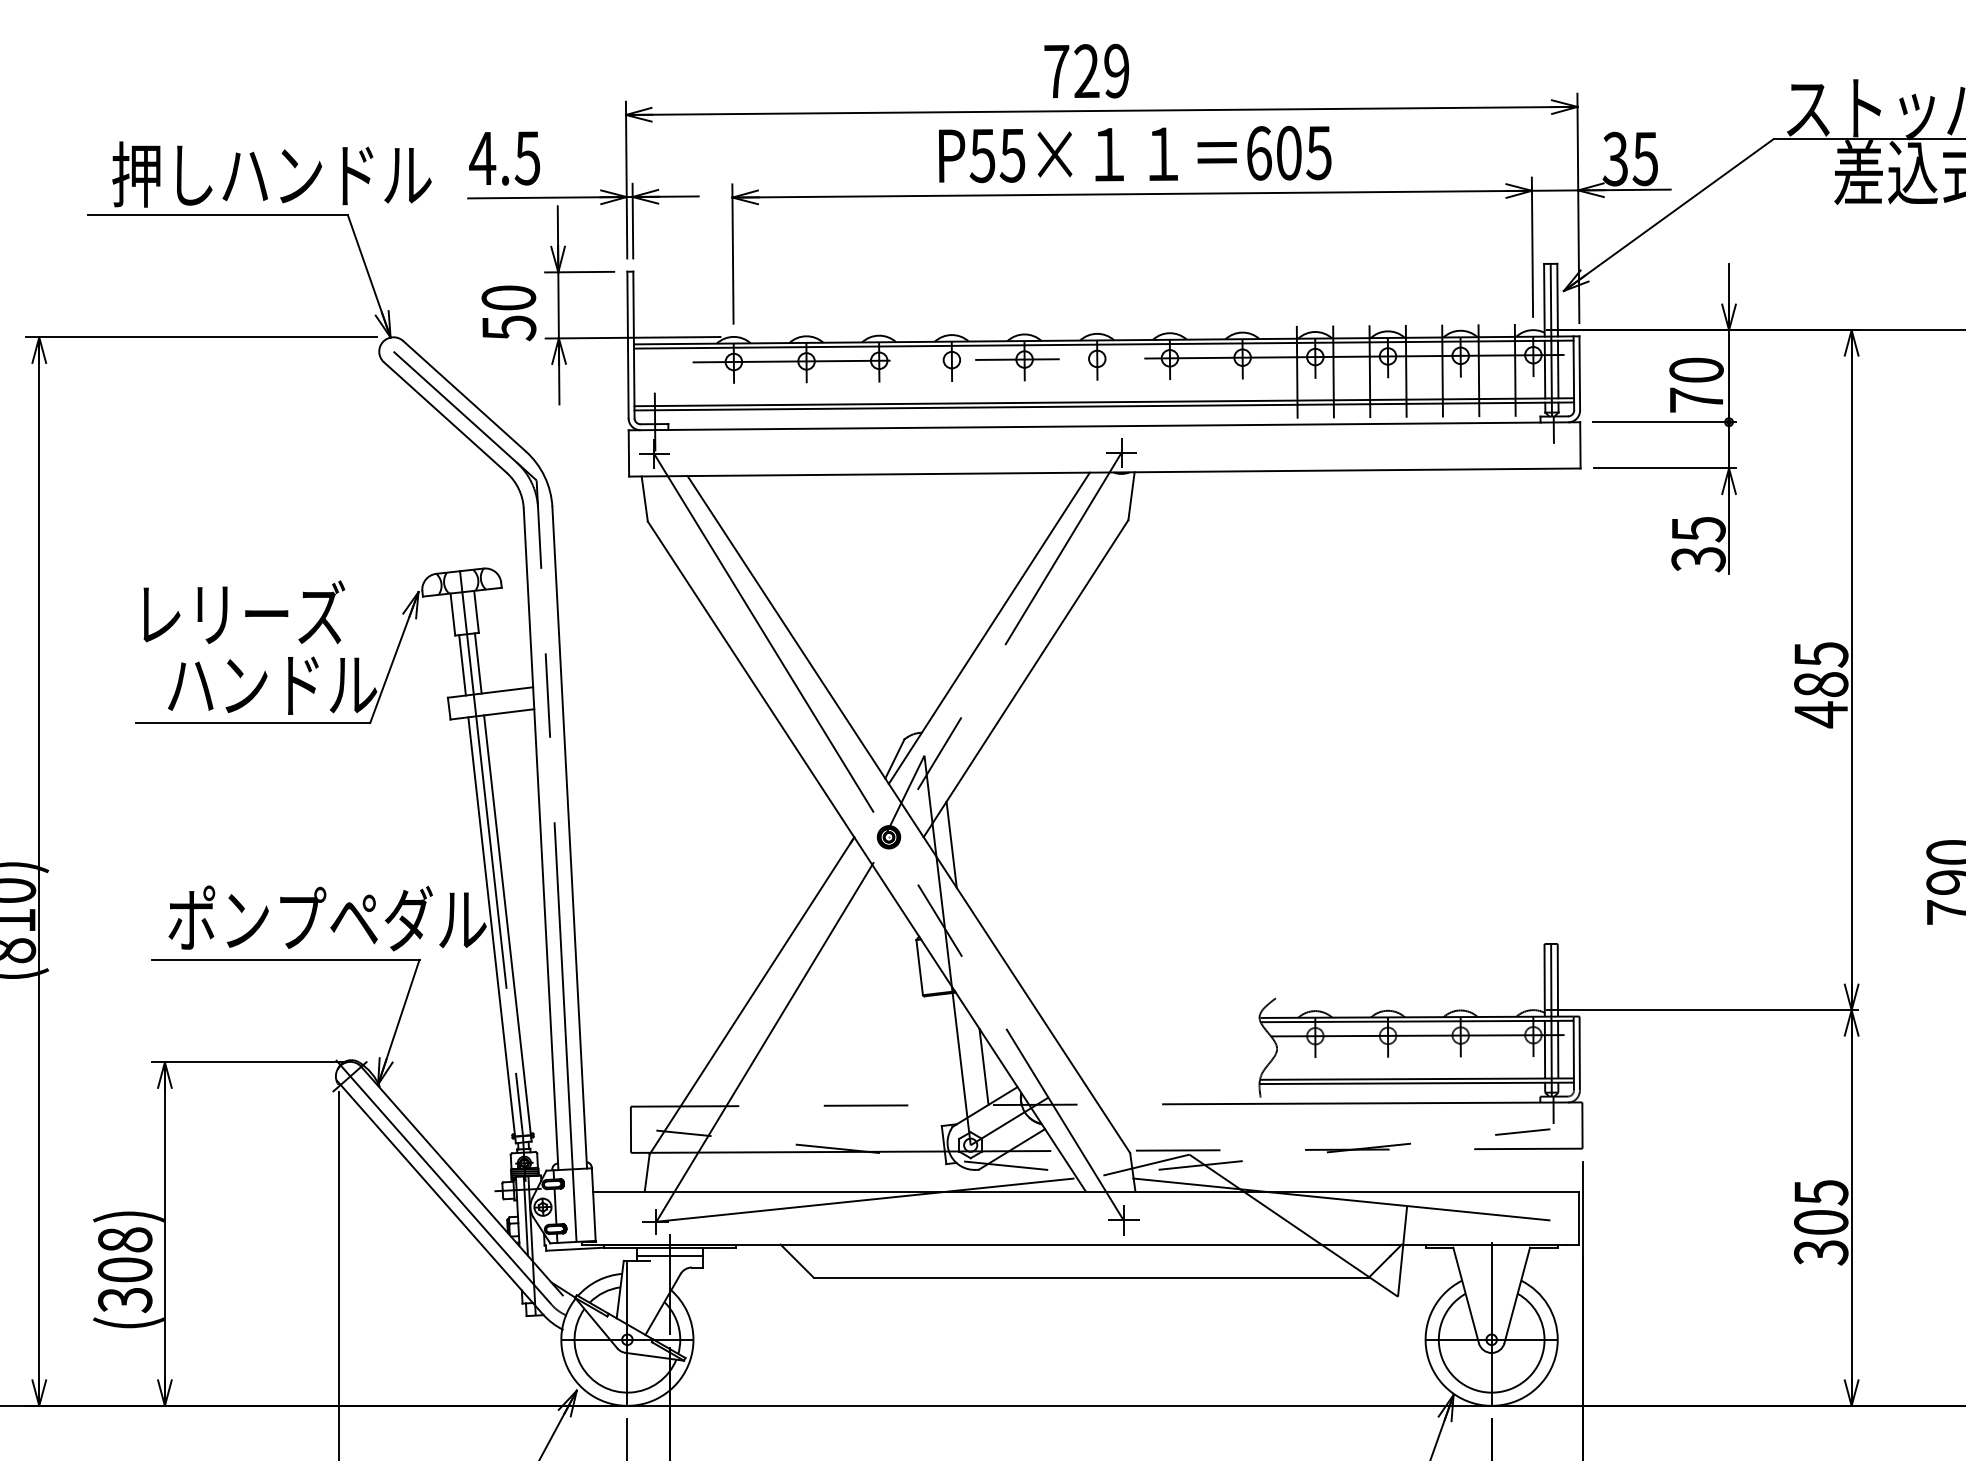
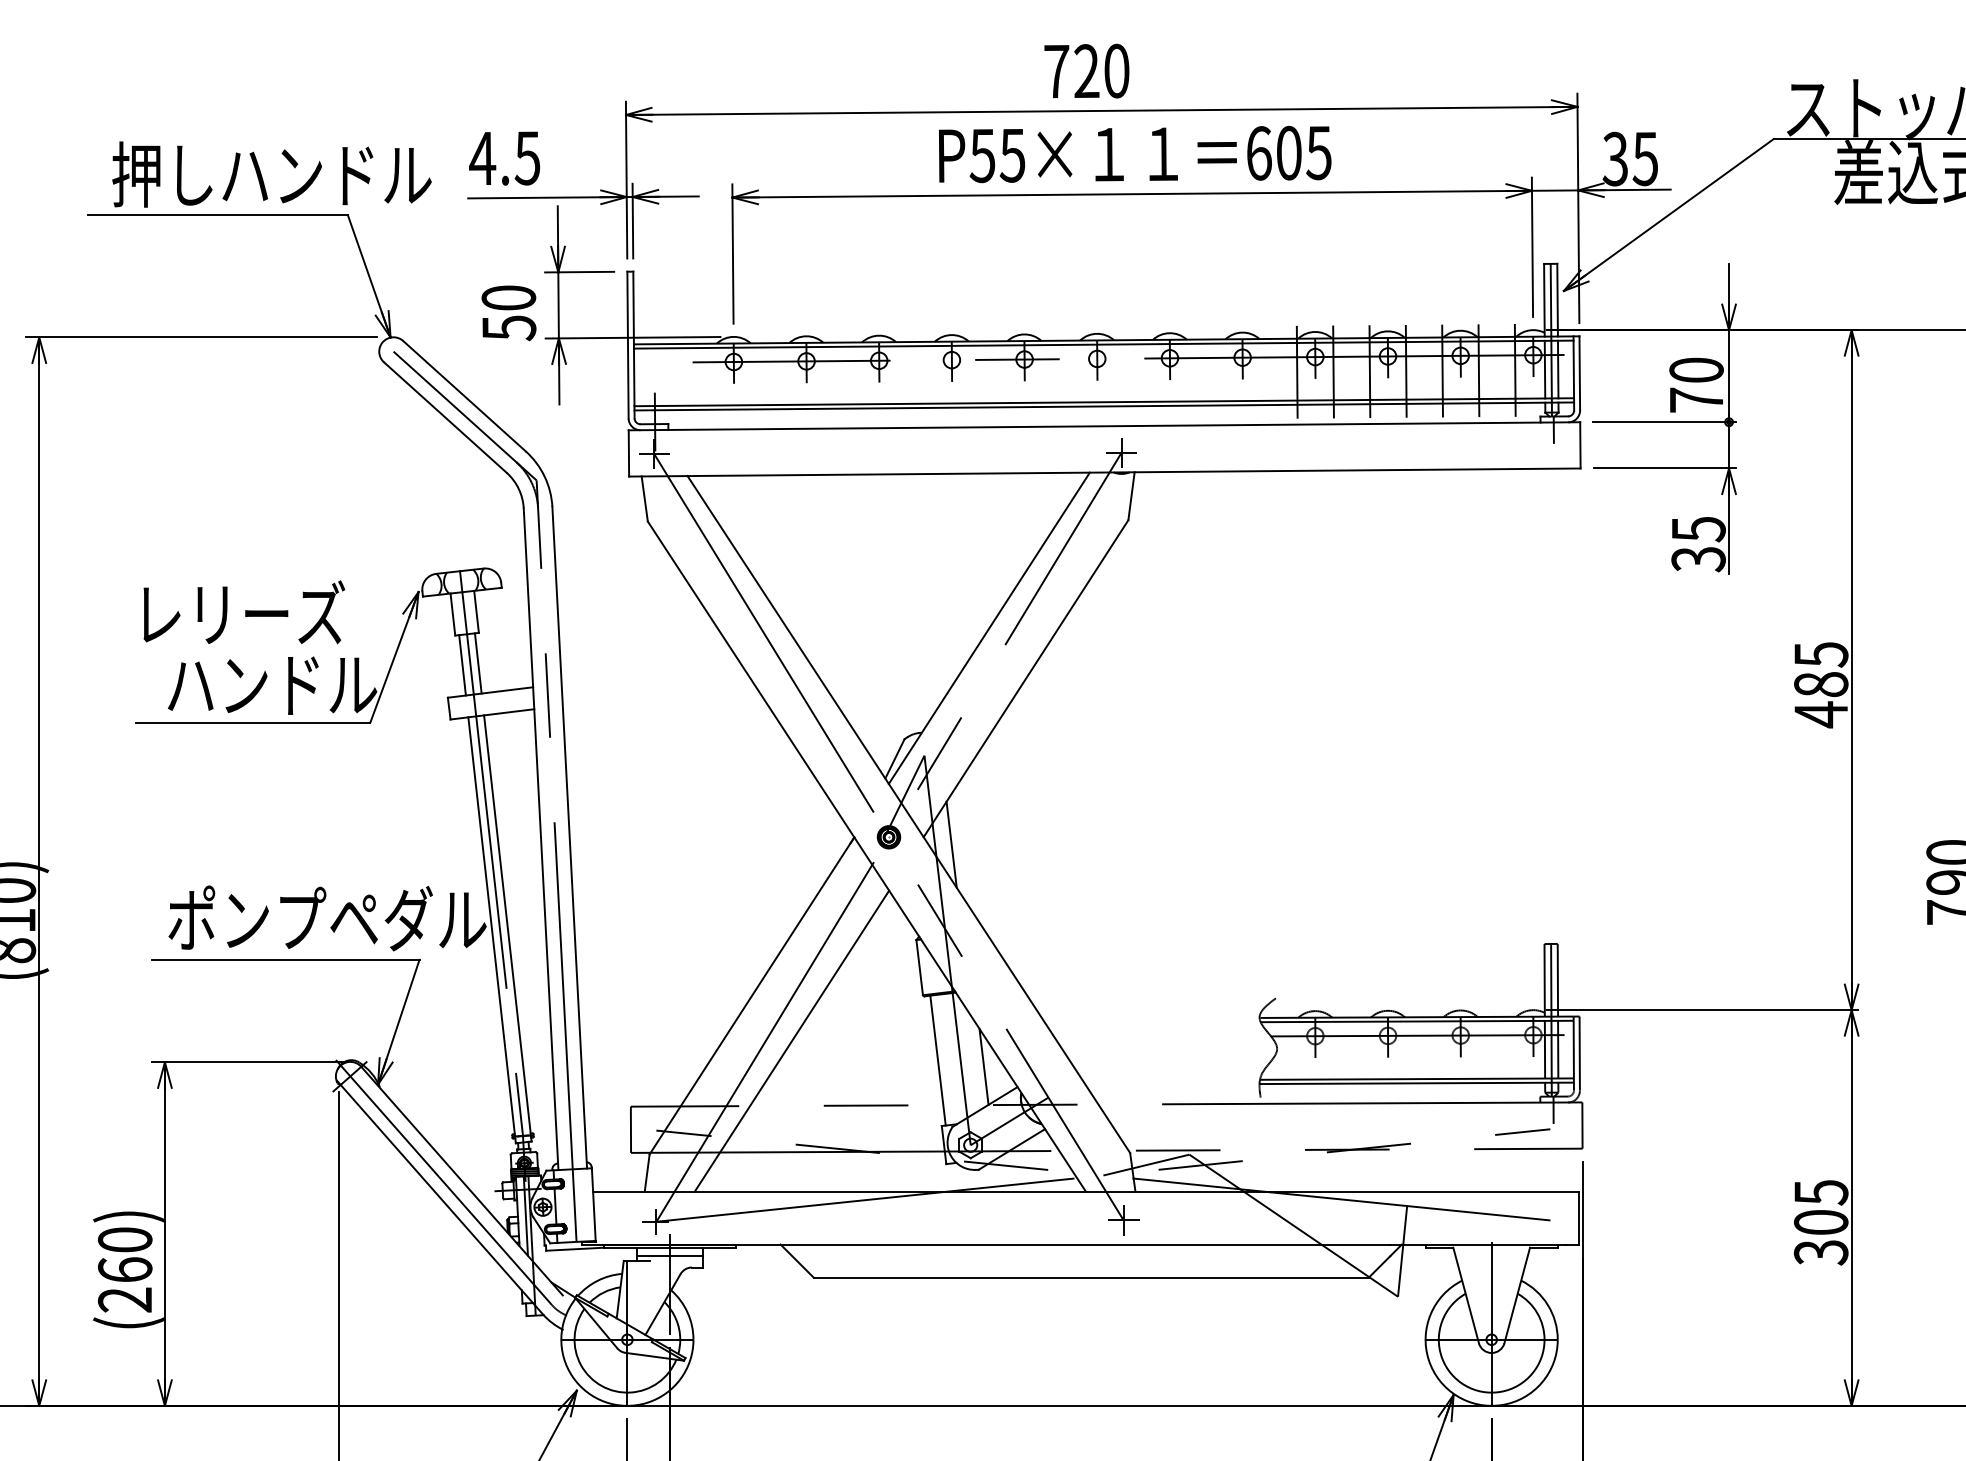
text at (1116, 70): 729 -> 720
line at (791, 1040): none -> present
line at (937, 1060): none -> present
text at (125, 1270): (308) -> (260)
